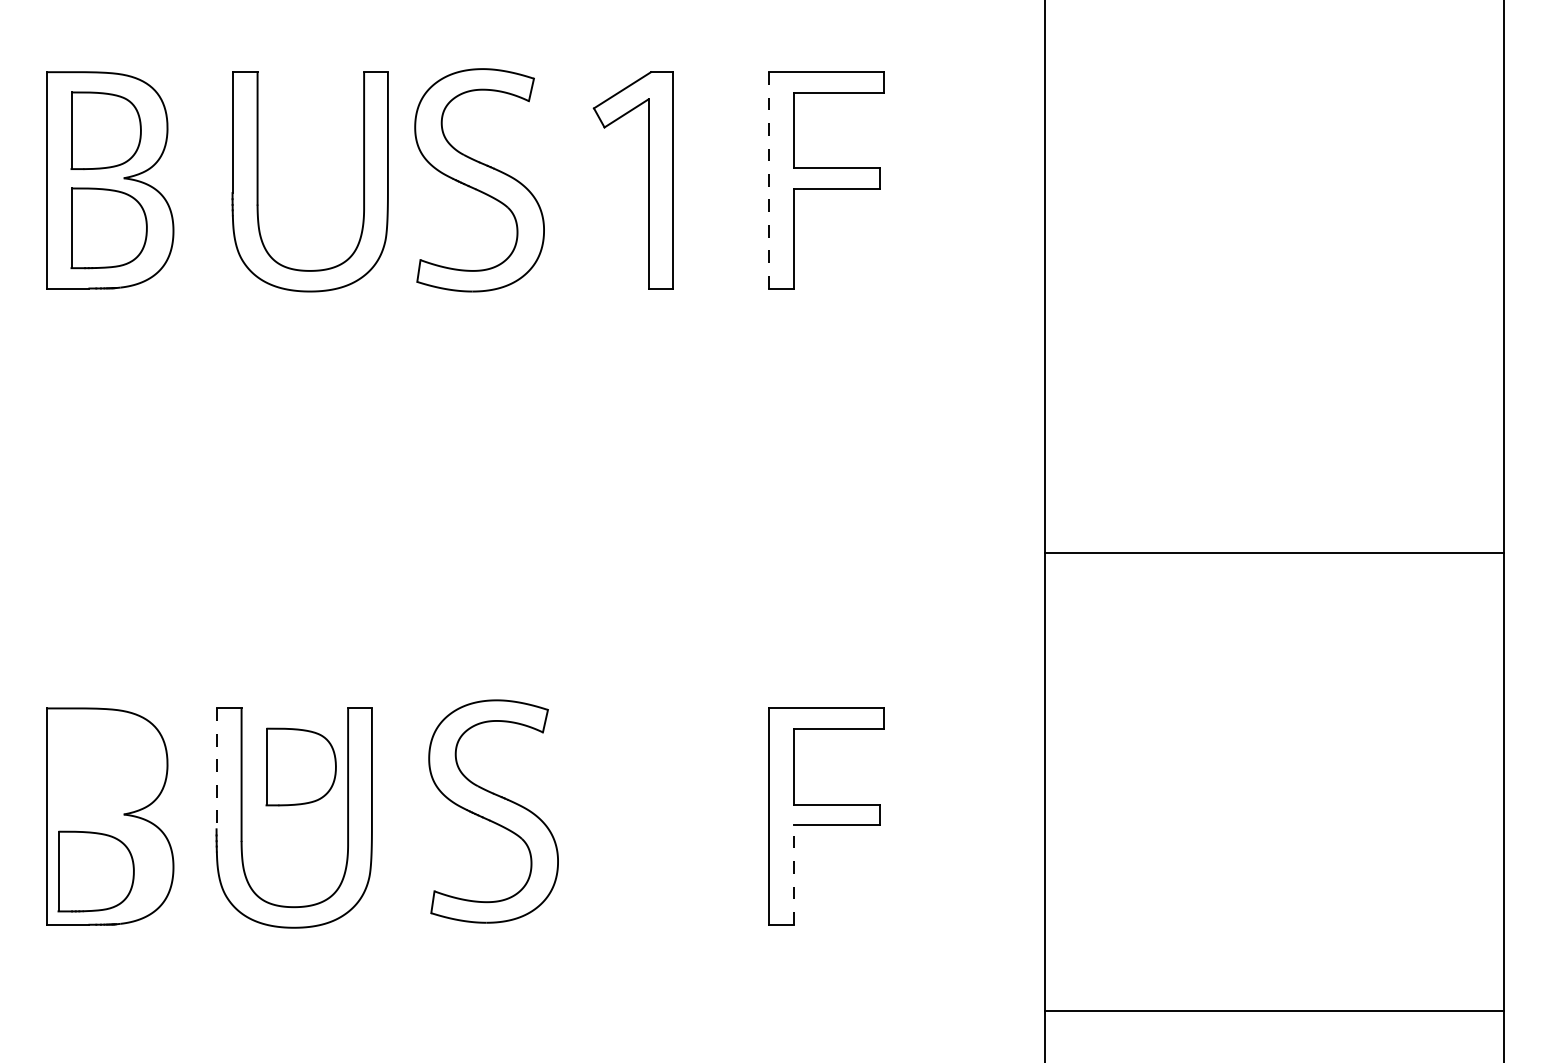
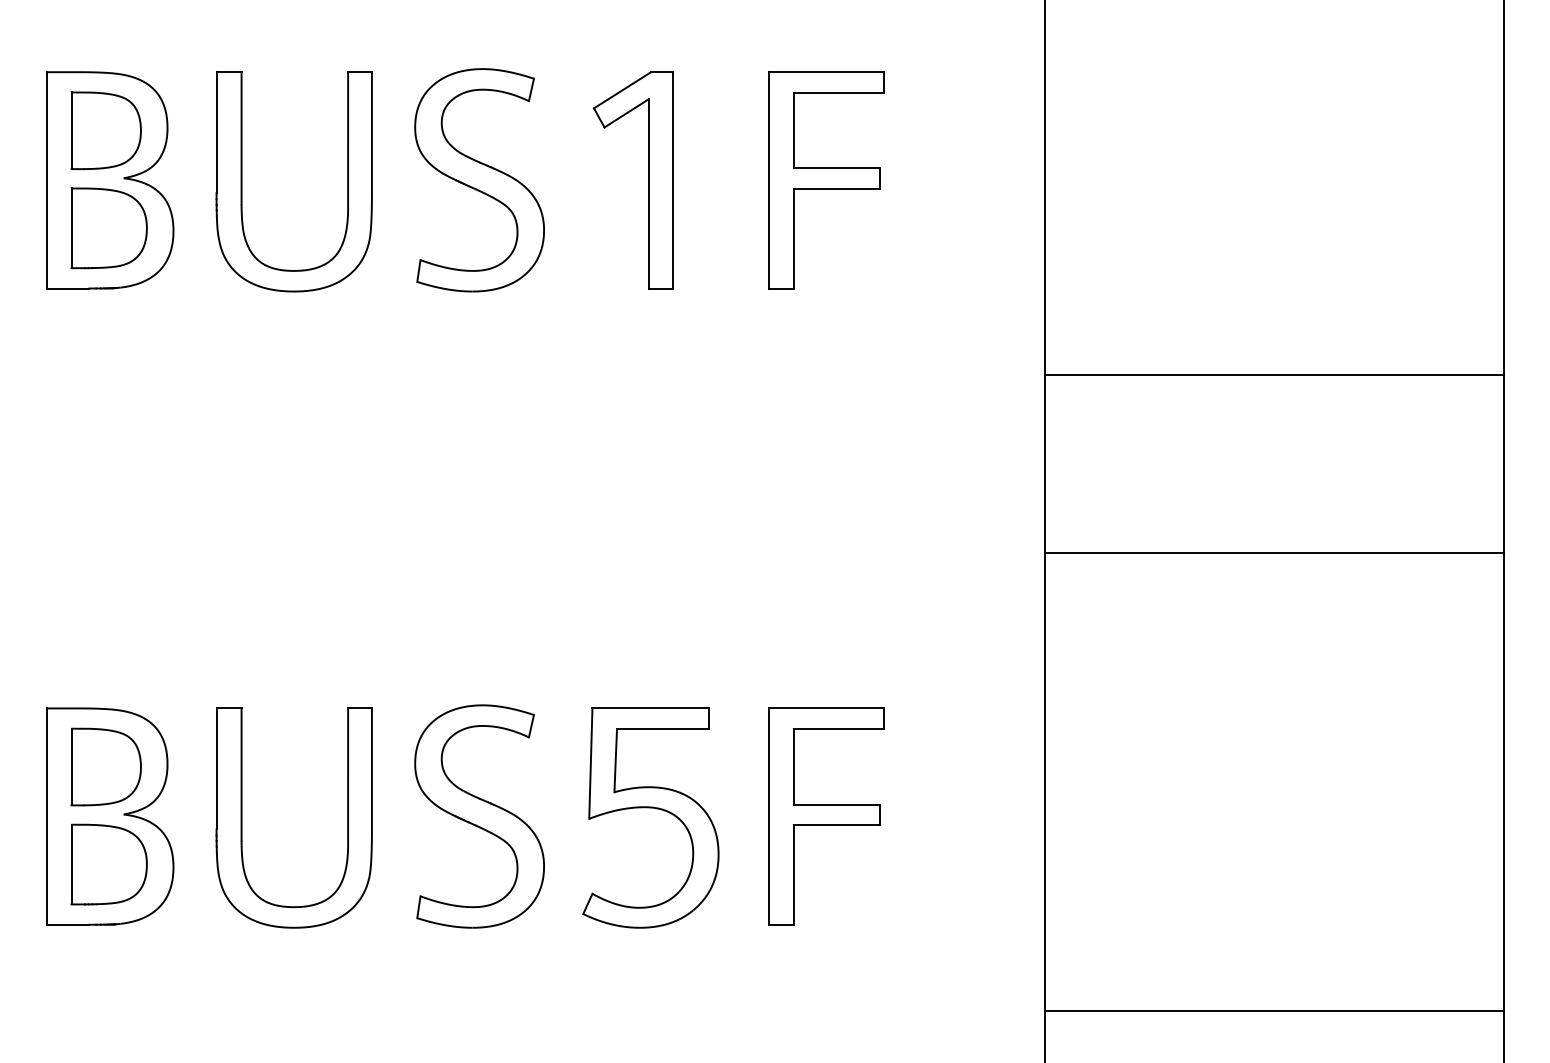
line at (769, 180): dashed -> solid
part at (258, 181) position: (258, 181) -> (242, 181)
line at (1274, 375): none -> present
part at (300, 766) position: (300, 766) -> (105, 766)
line at (216, 769): dashed -> solid
part at (650, 808): none -> present
part at (493, 811) position: (493, 811) -> (479, 816)
part at (95, 871) position: (95, 871) -> (108, 864)
line at (794, 875): dashed -> solid
